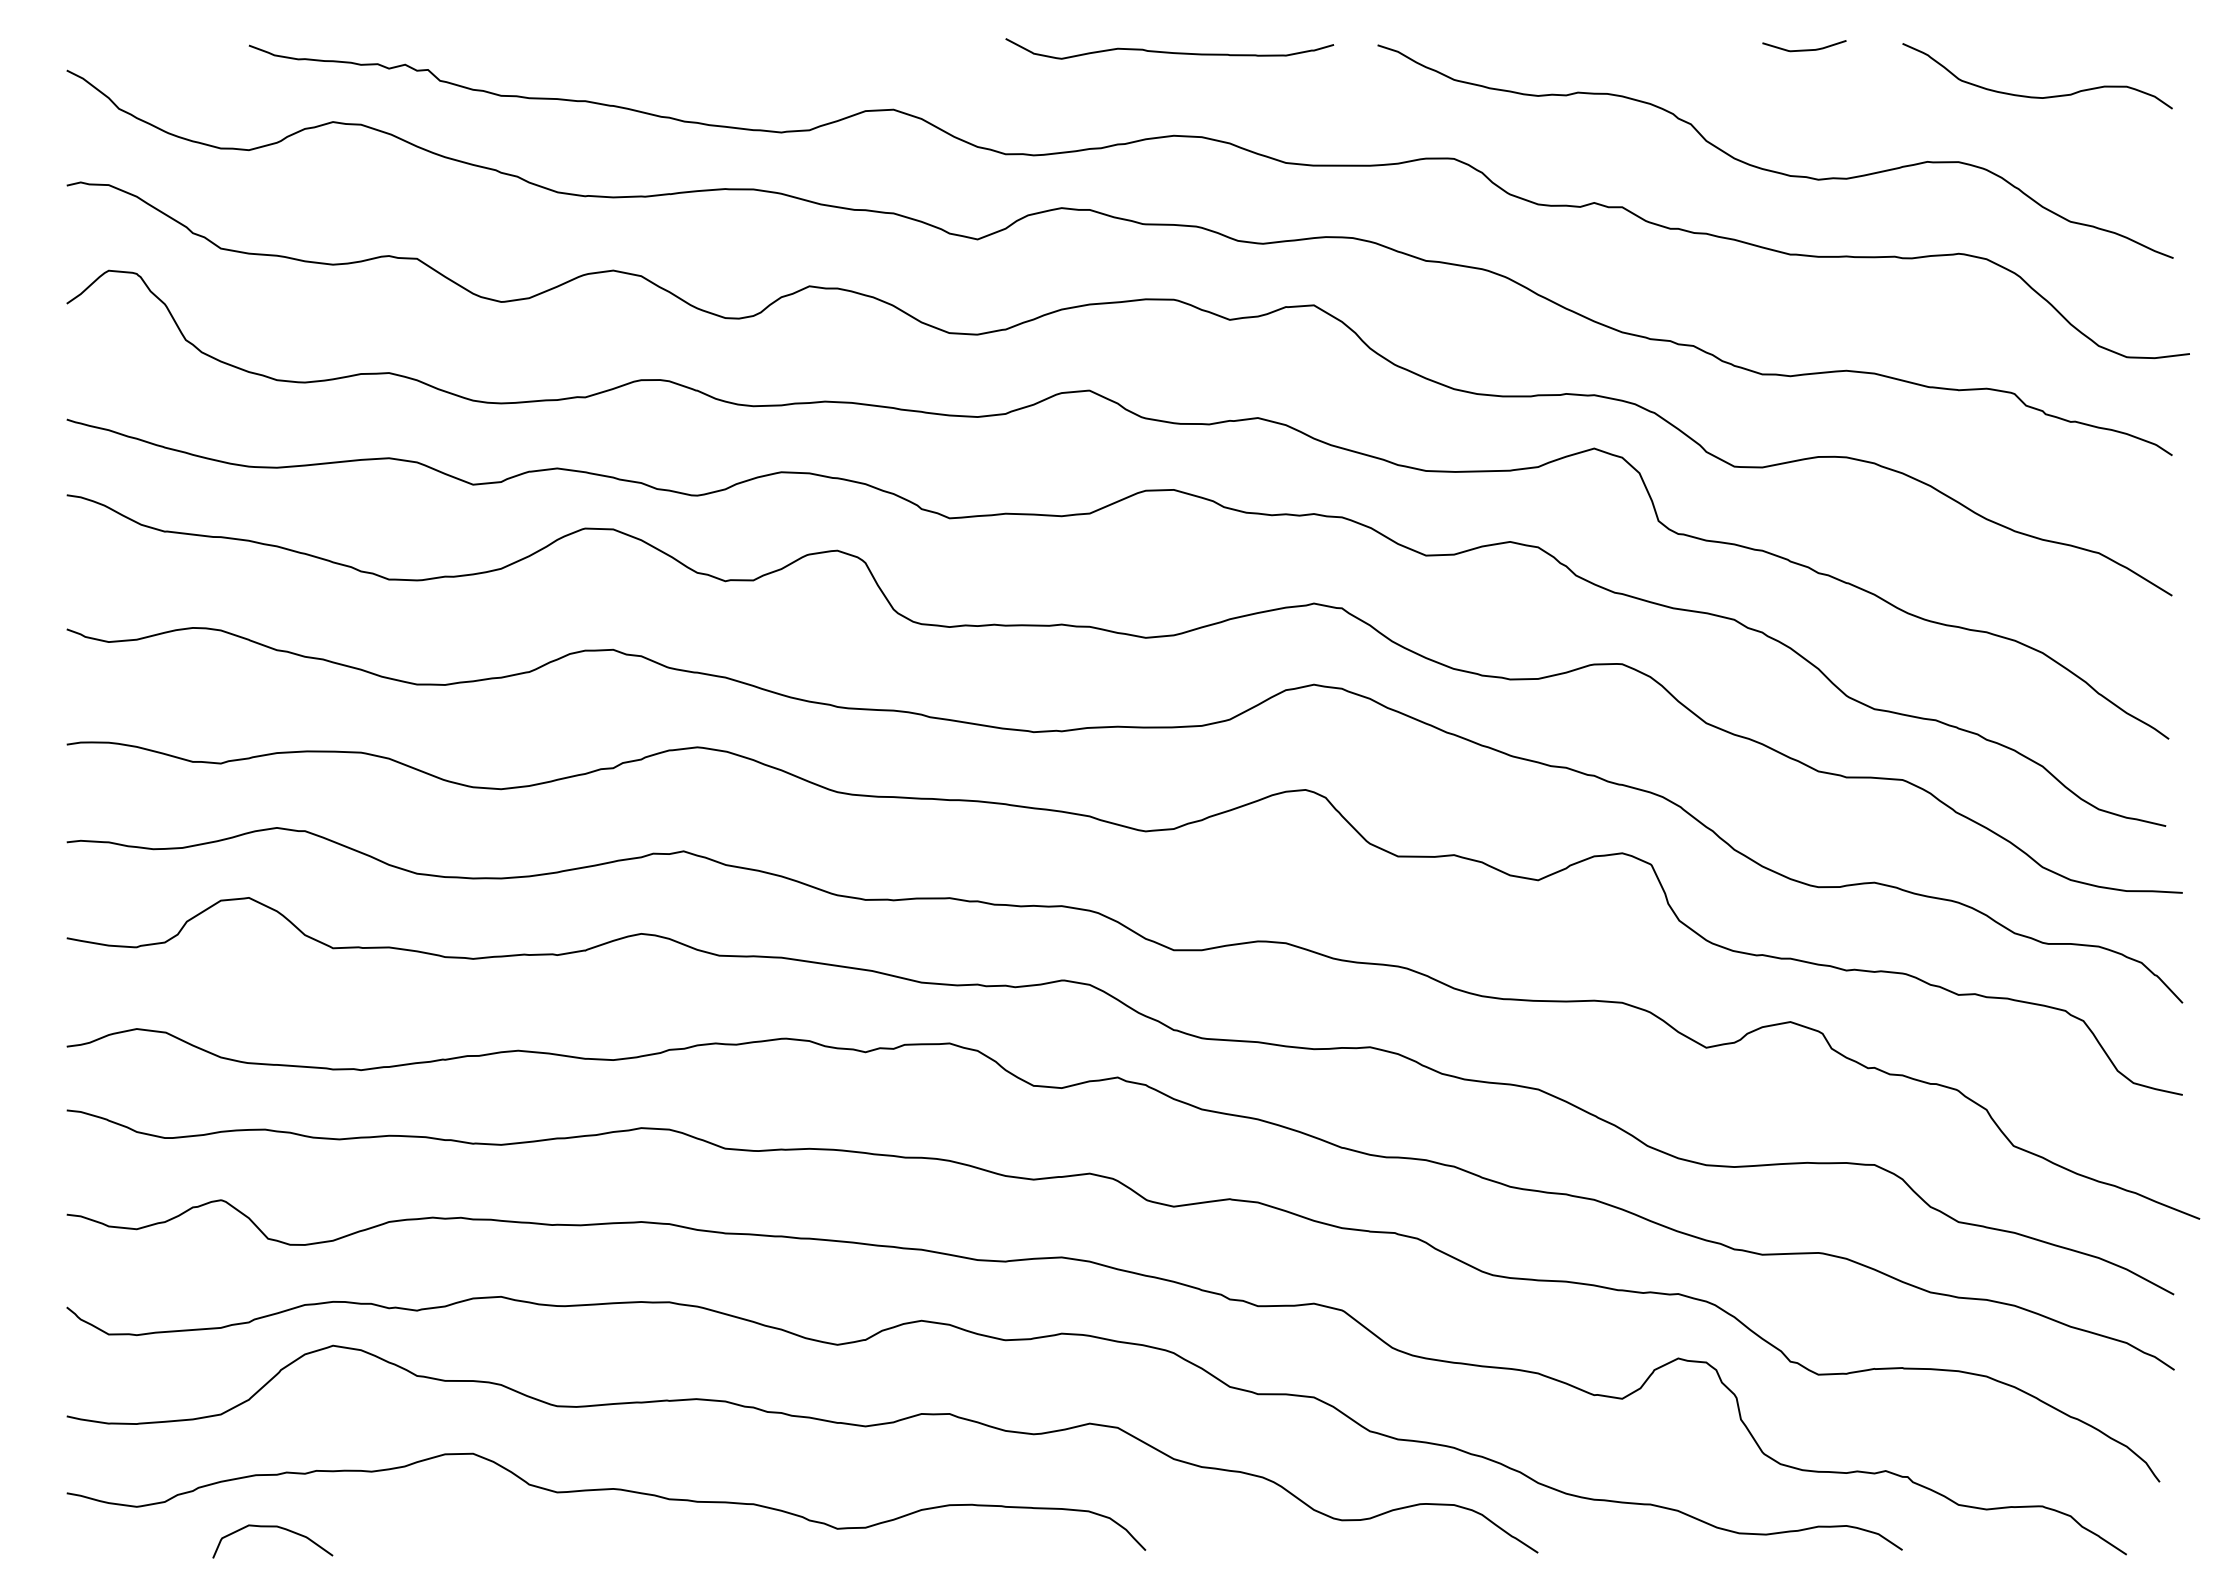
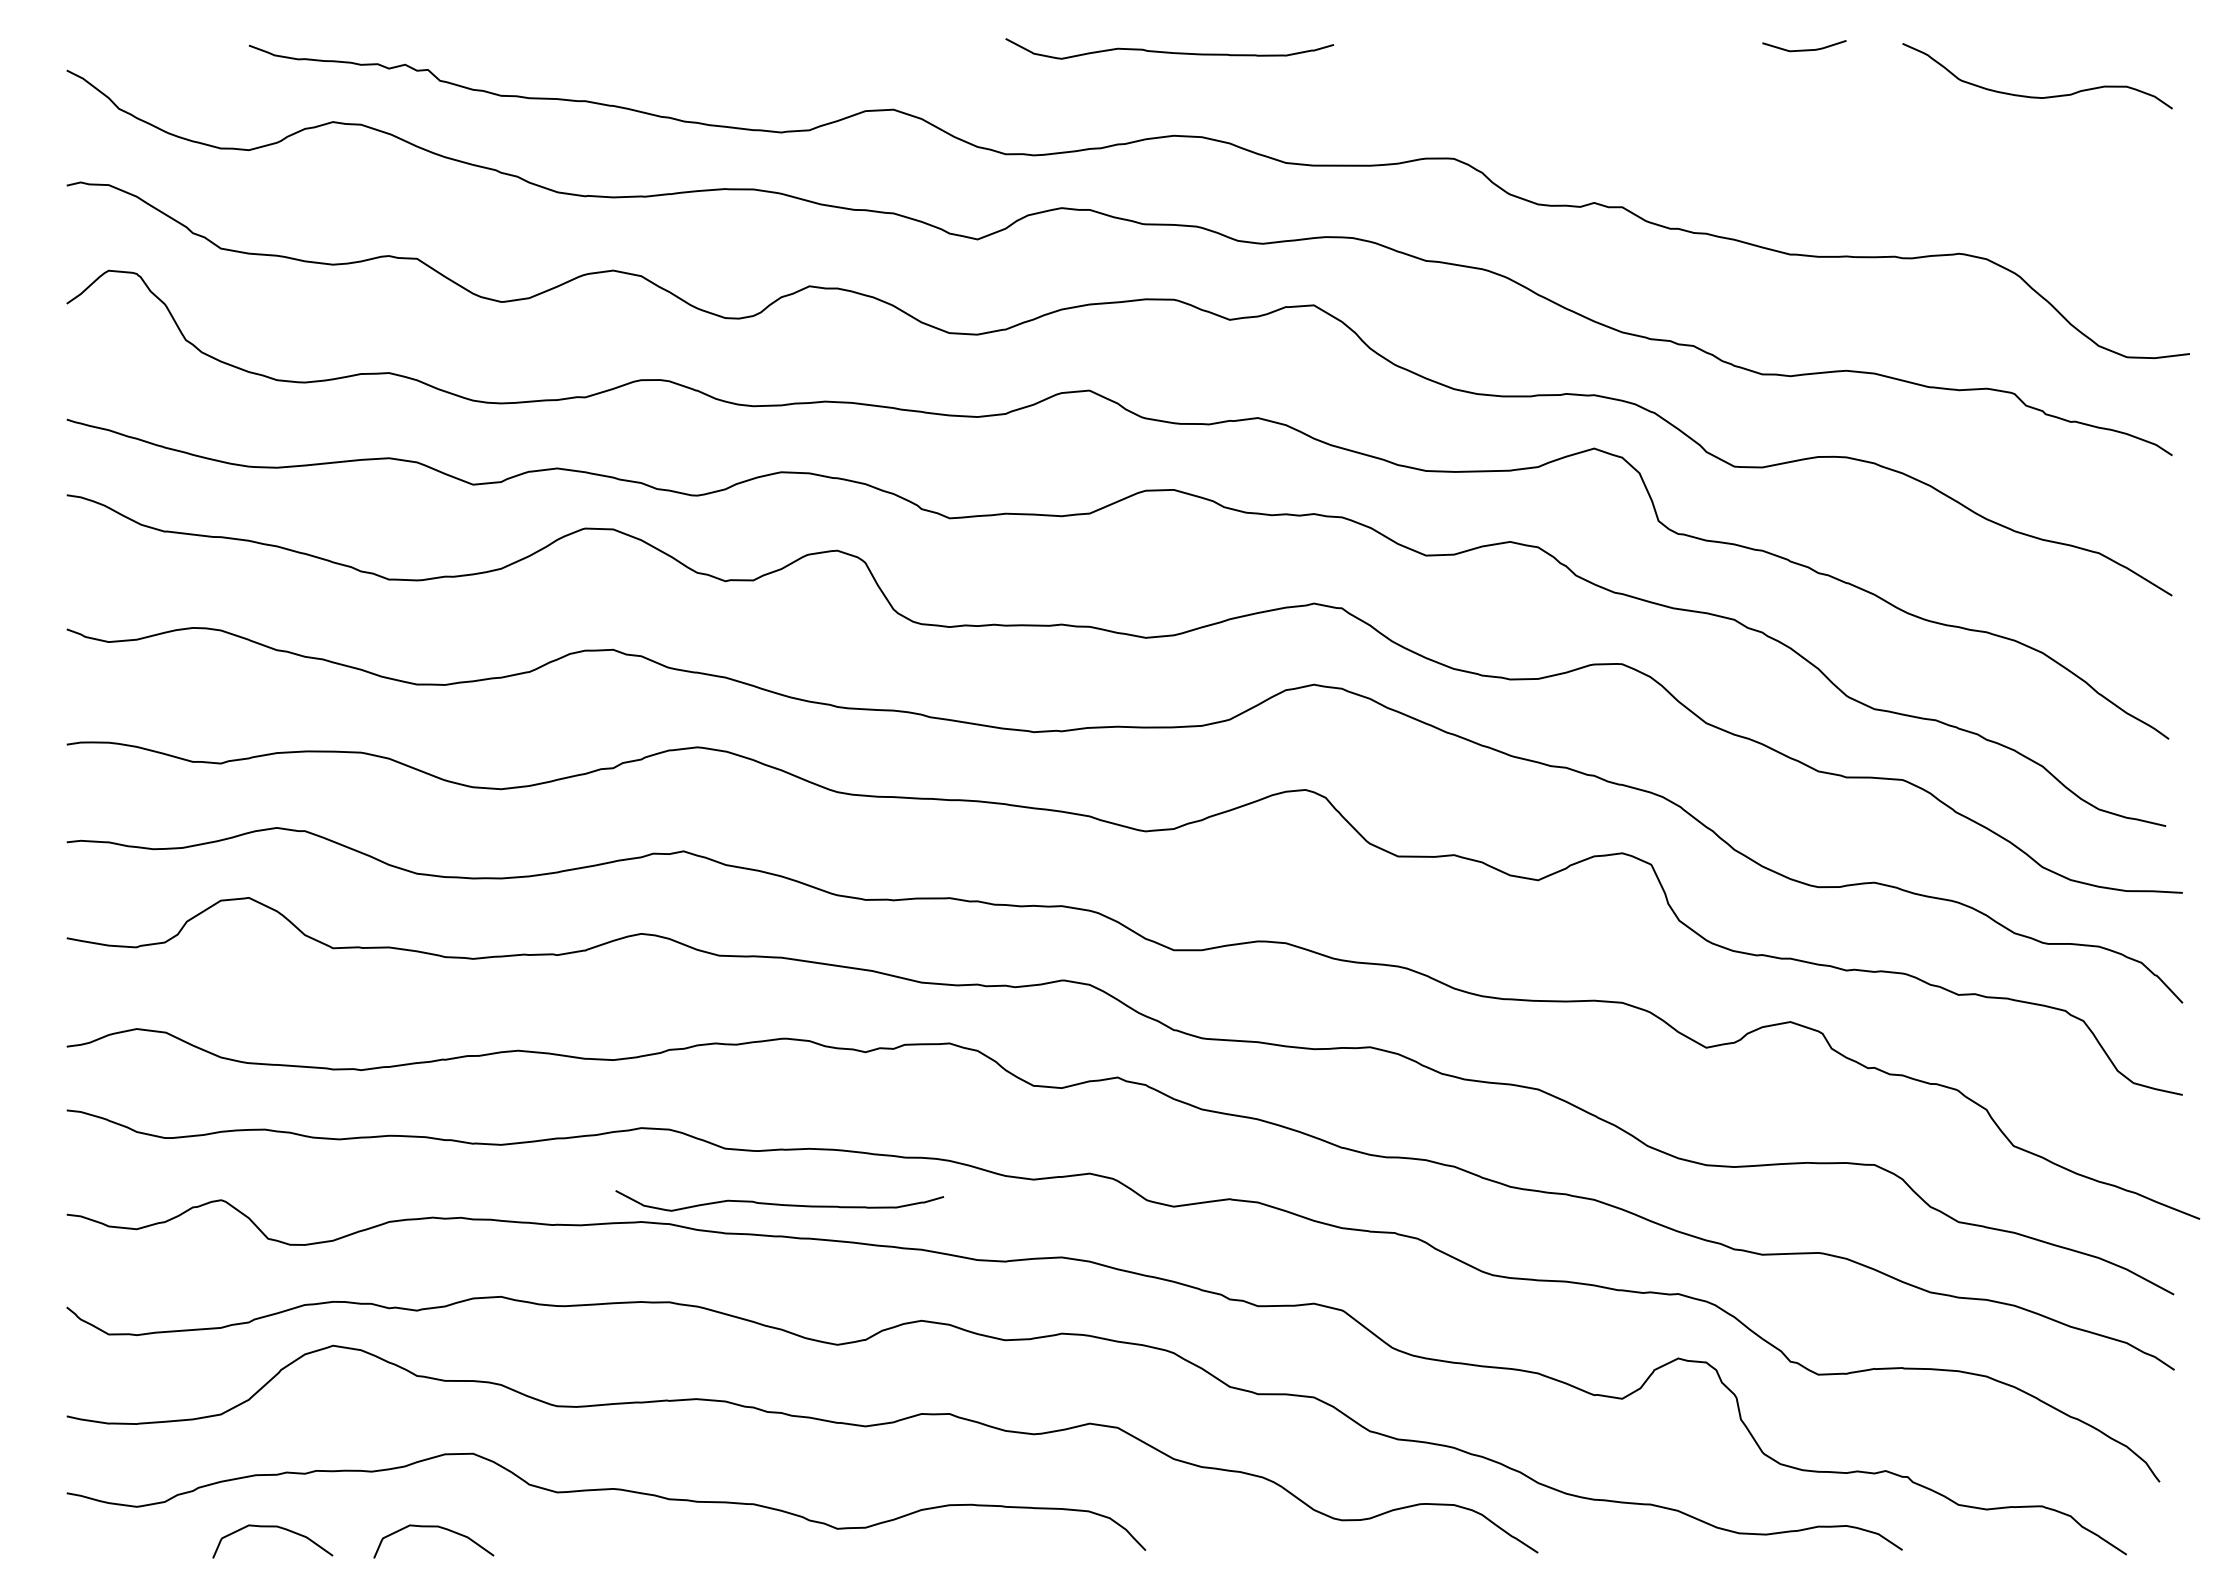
curve at (1769, 169): present -> none
curve at (779, 1203): none -> present
curve at (433, 1527): none -> present
